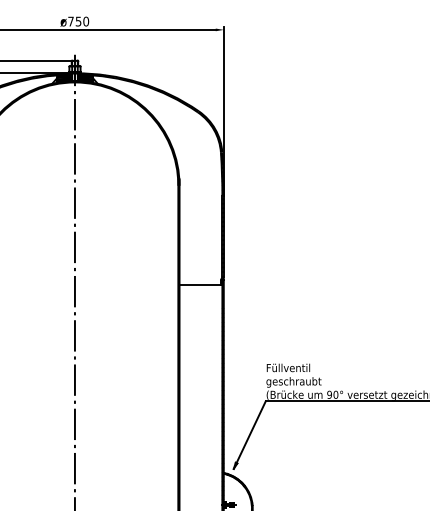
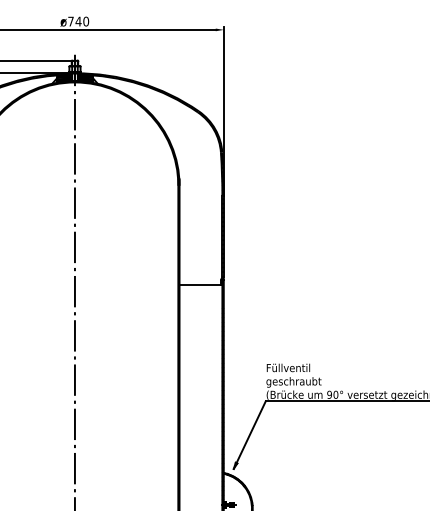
text at (78, 21): ø750 -> ø740
